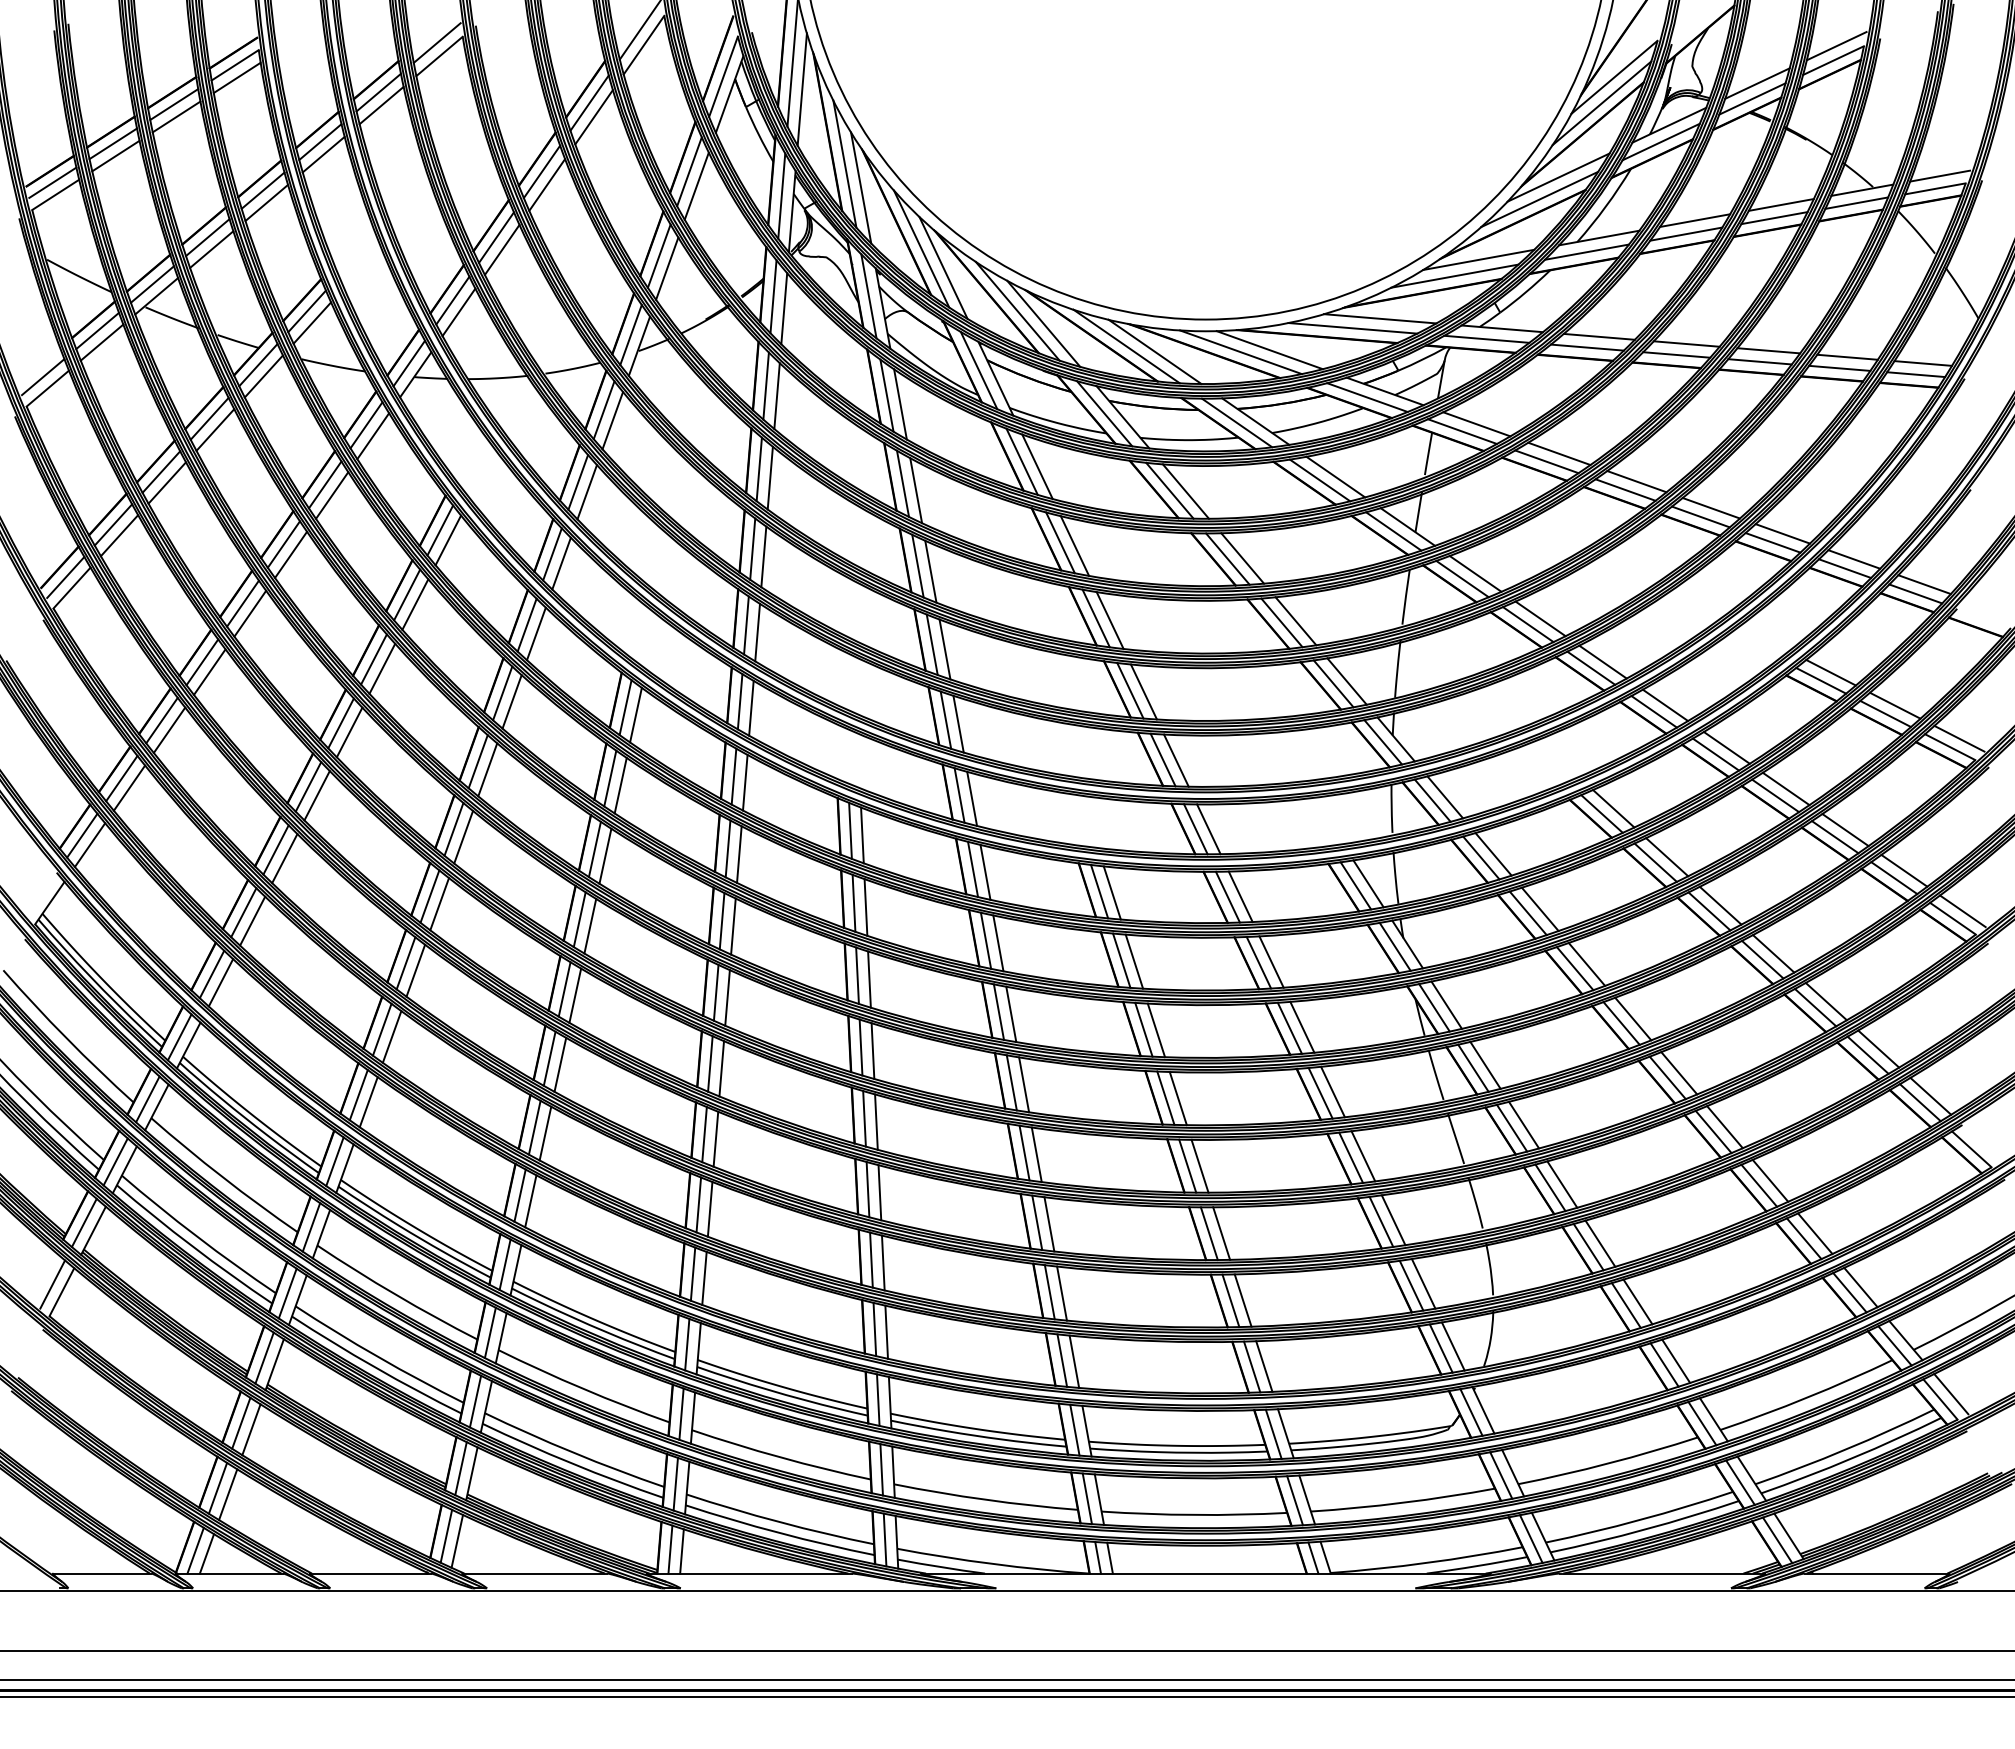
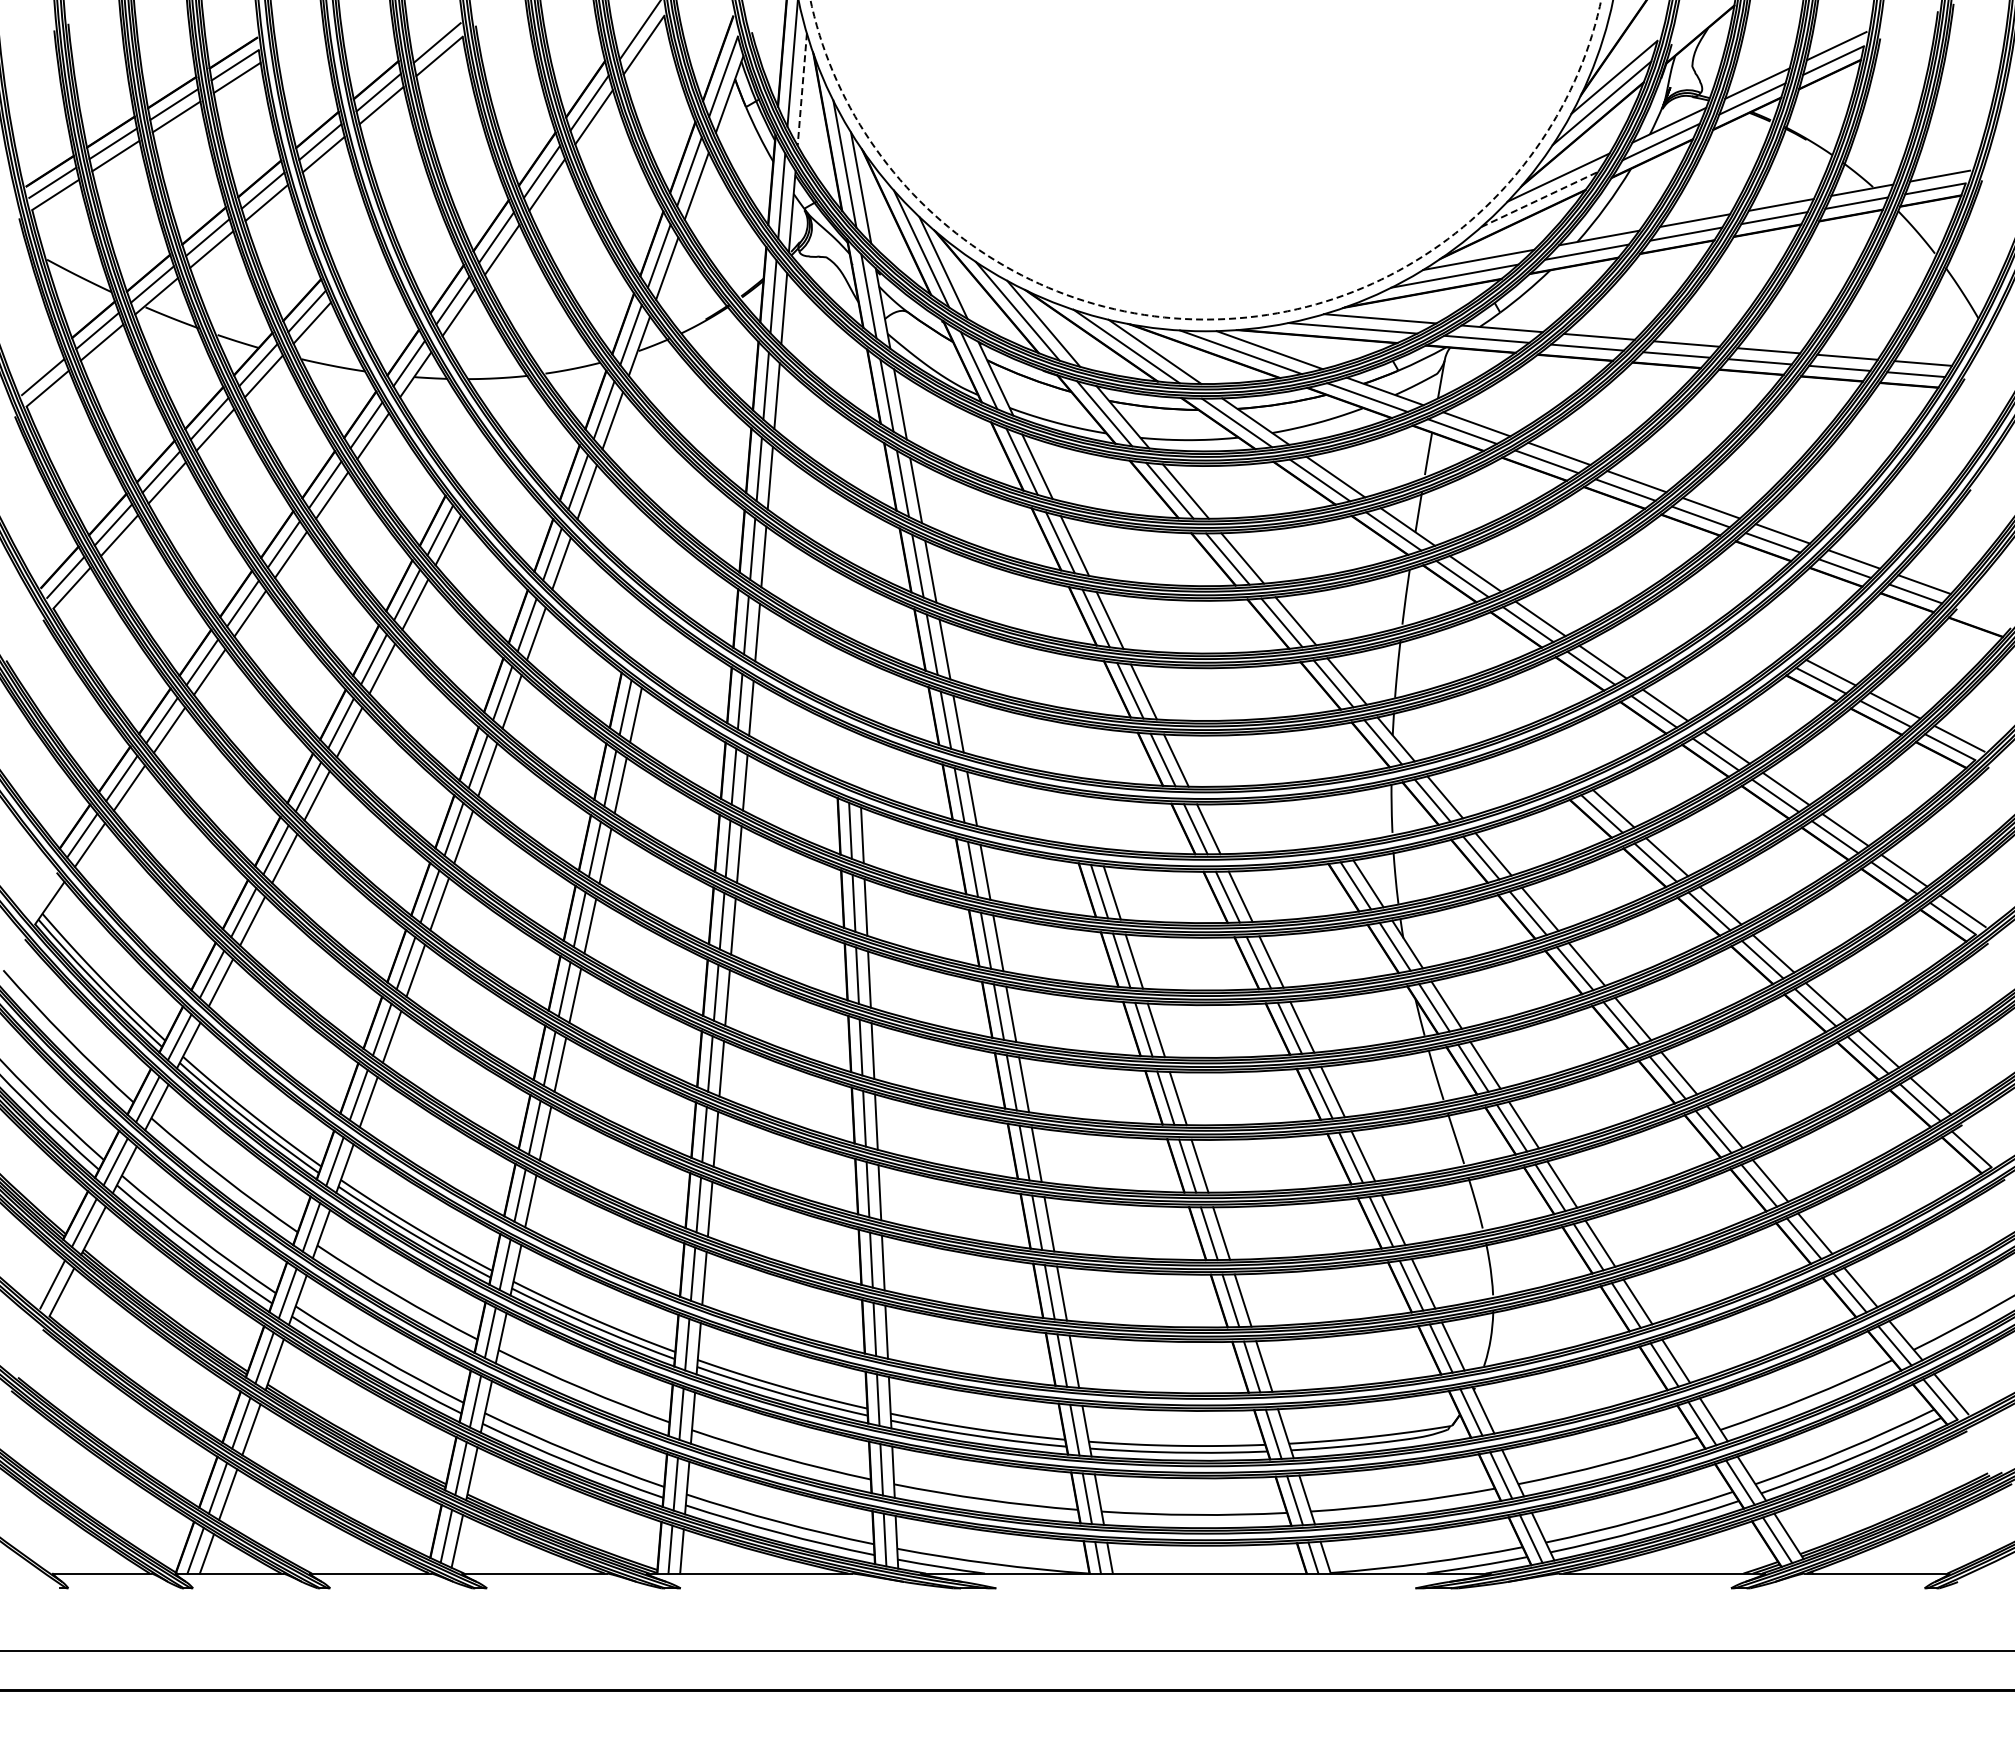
line at (802, 90): solid -> dashed
circle at (1205, 159): solid -> dashed
line at (1539, 199): solid -> dashed
line at (1006, 1591): present -> none
line at (1006, 1680): present -> none
line at (1006, 1696): present -> none
